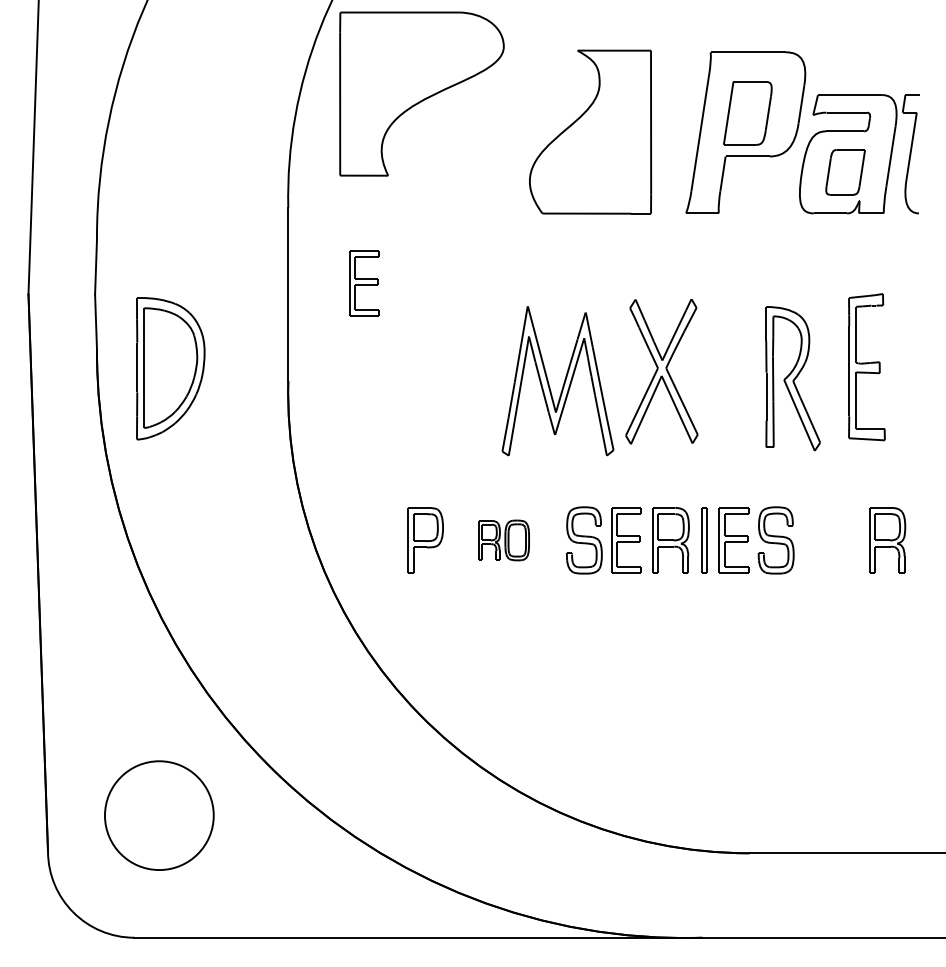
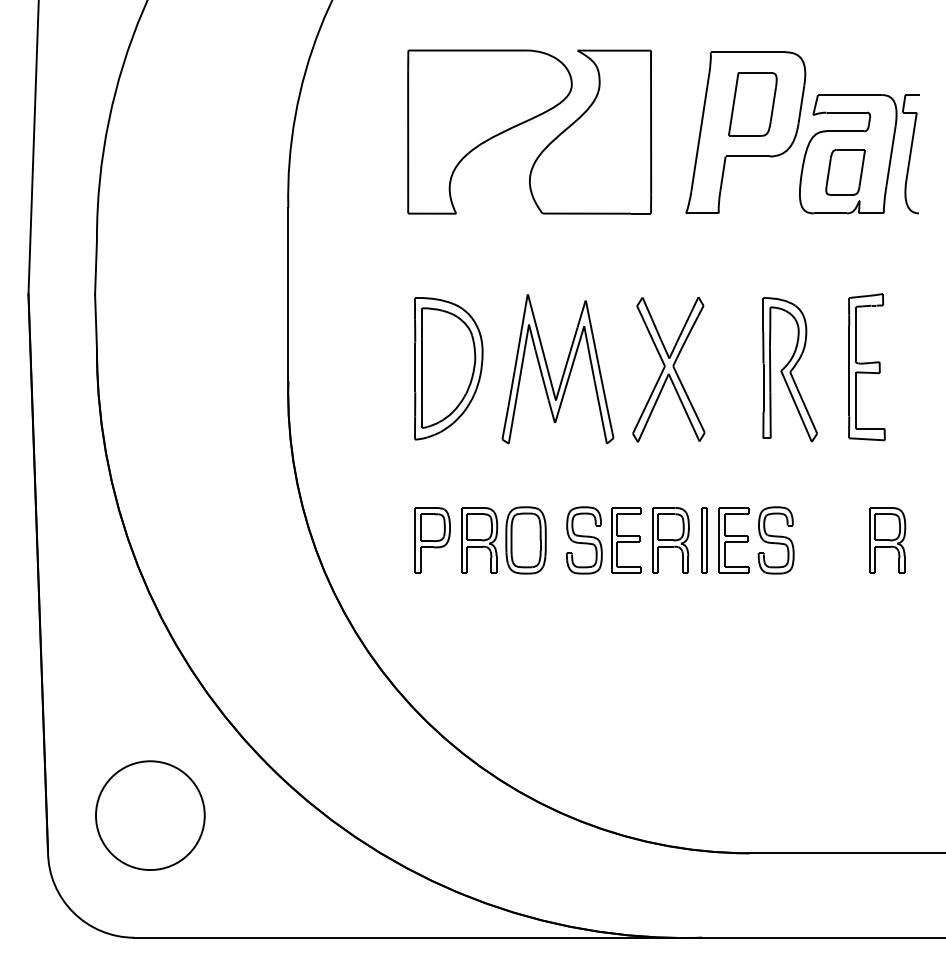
part at (421, 93) position: (421, 93) -> (489, 131)
part at (747, 113) position: (747, 113) -> (752, 104)
part at (364, 283): present -> none
part at (170, 368) position: (170, 368) -> (448, 368)
part at (661, 371) position: (661, 371) -> (668, 369)
part at (792, 378) position: (792, 378) -> (789, 369)
part at (563, 382) position: (563, 382) -> (563, 370)
part at (425, 540) position: (425, 540) -> (432, 540)
part at (503, 540) size: 52x43 px -> 86x69 px
circle at (159, 815) position: (159, 815) -> (150, 815)
